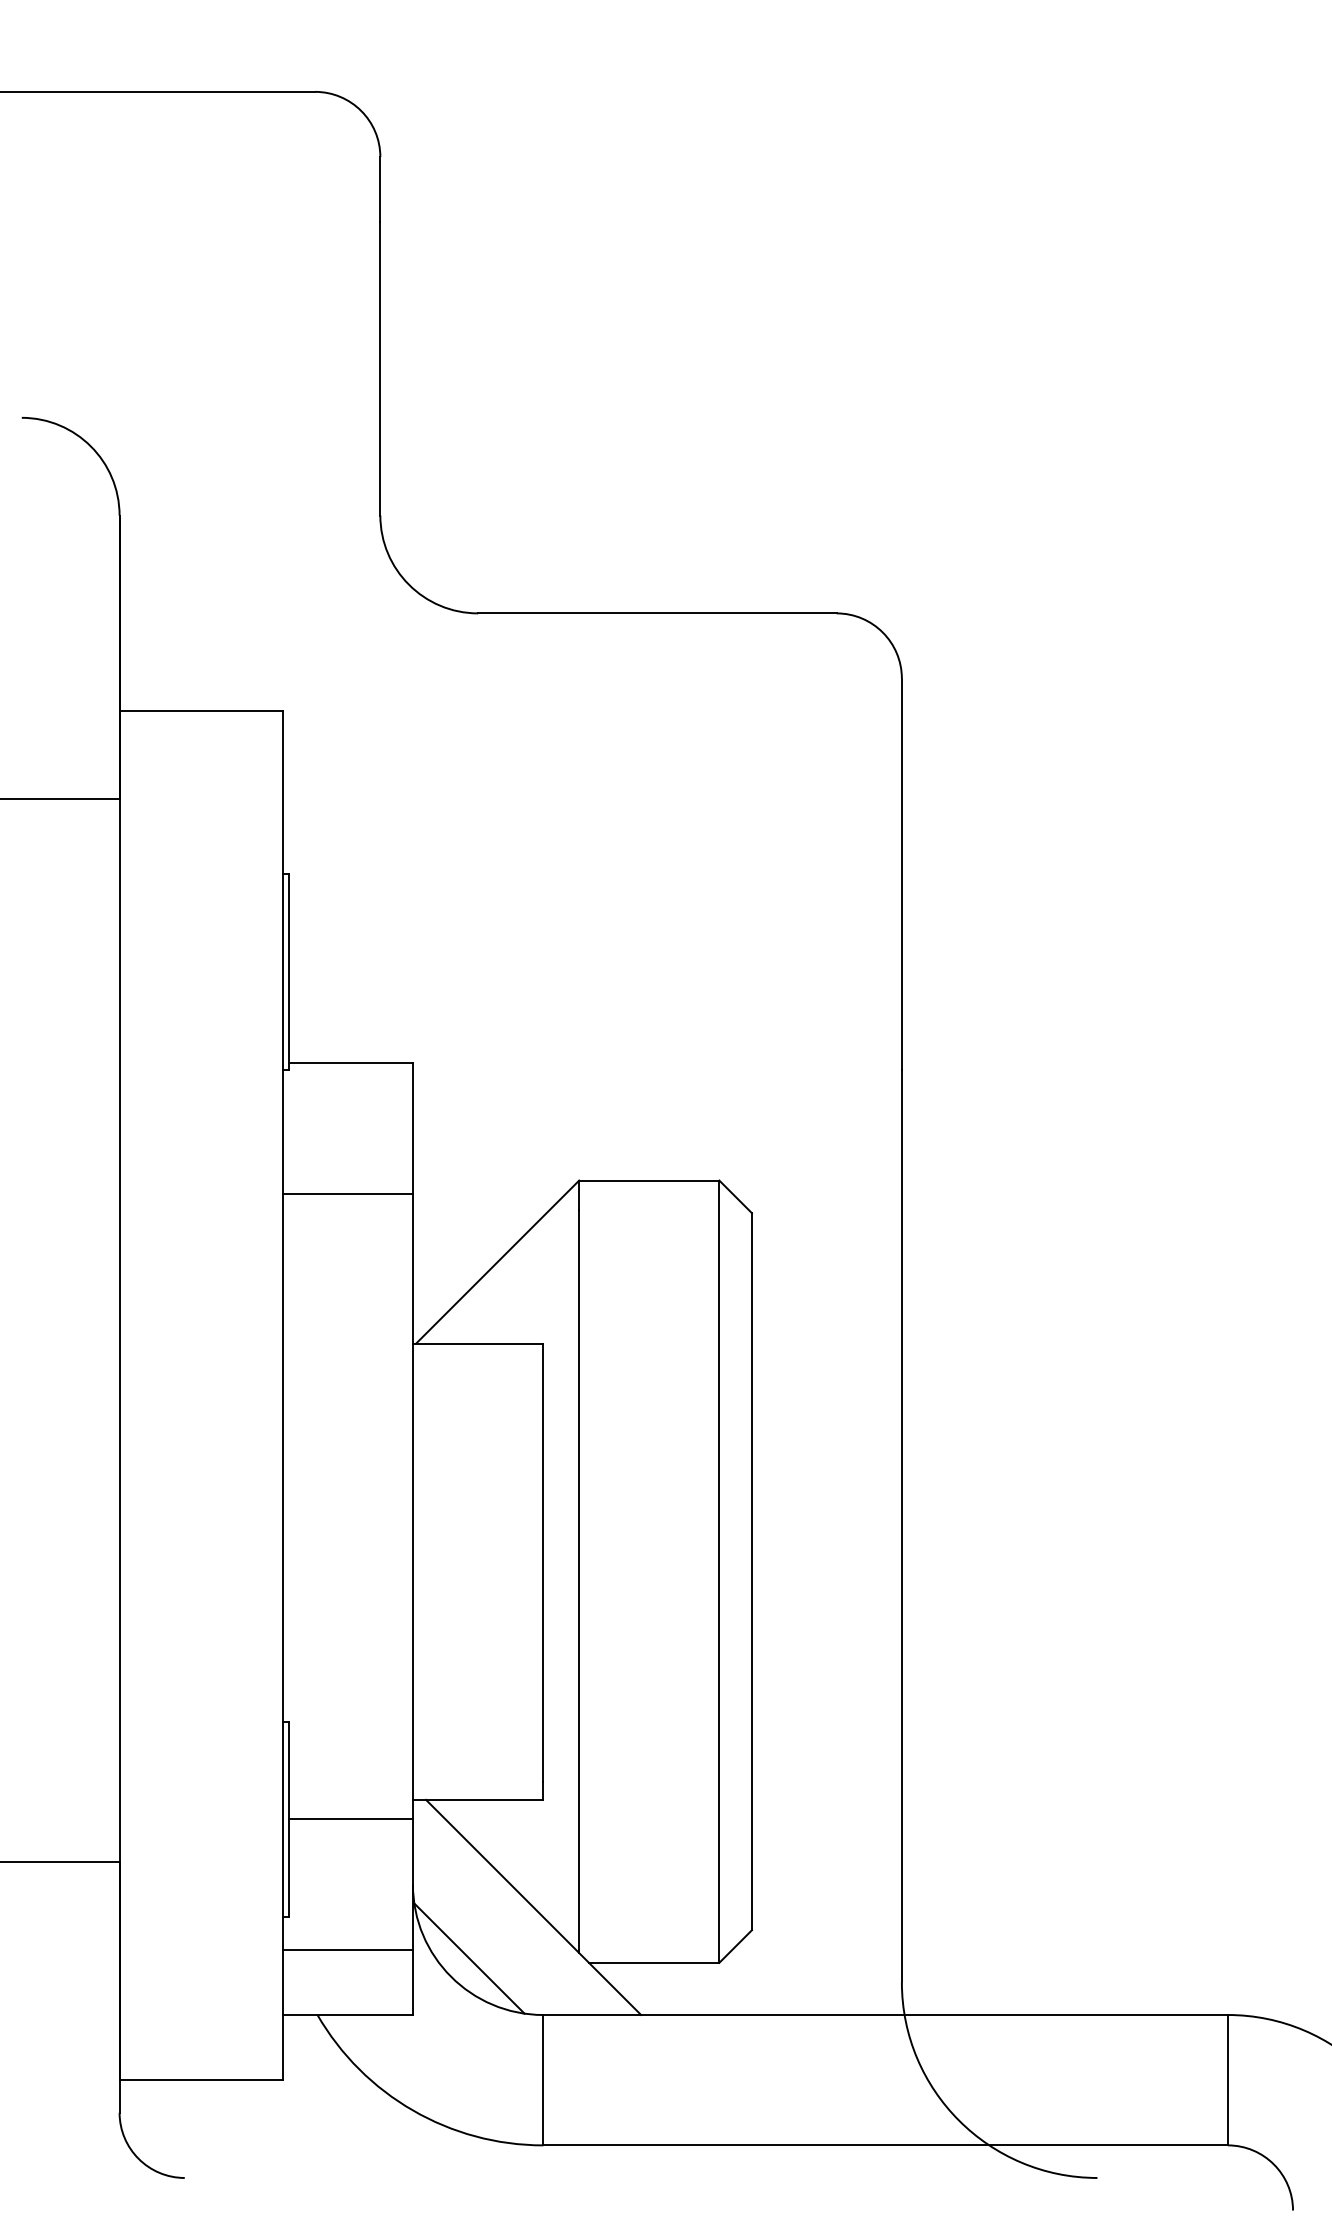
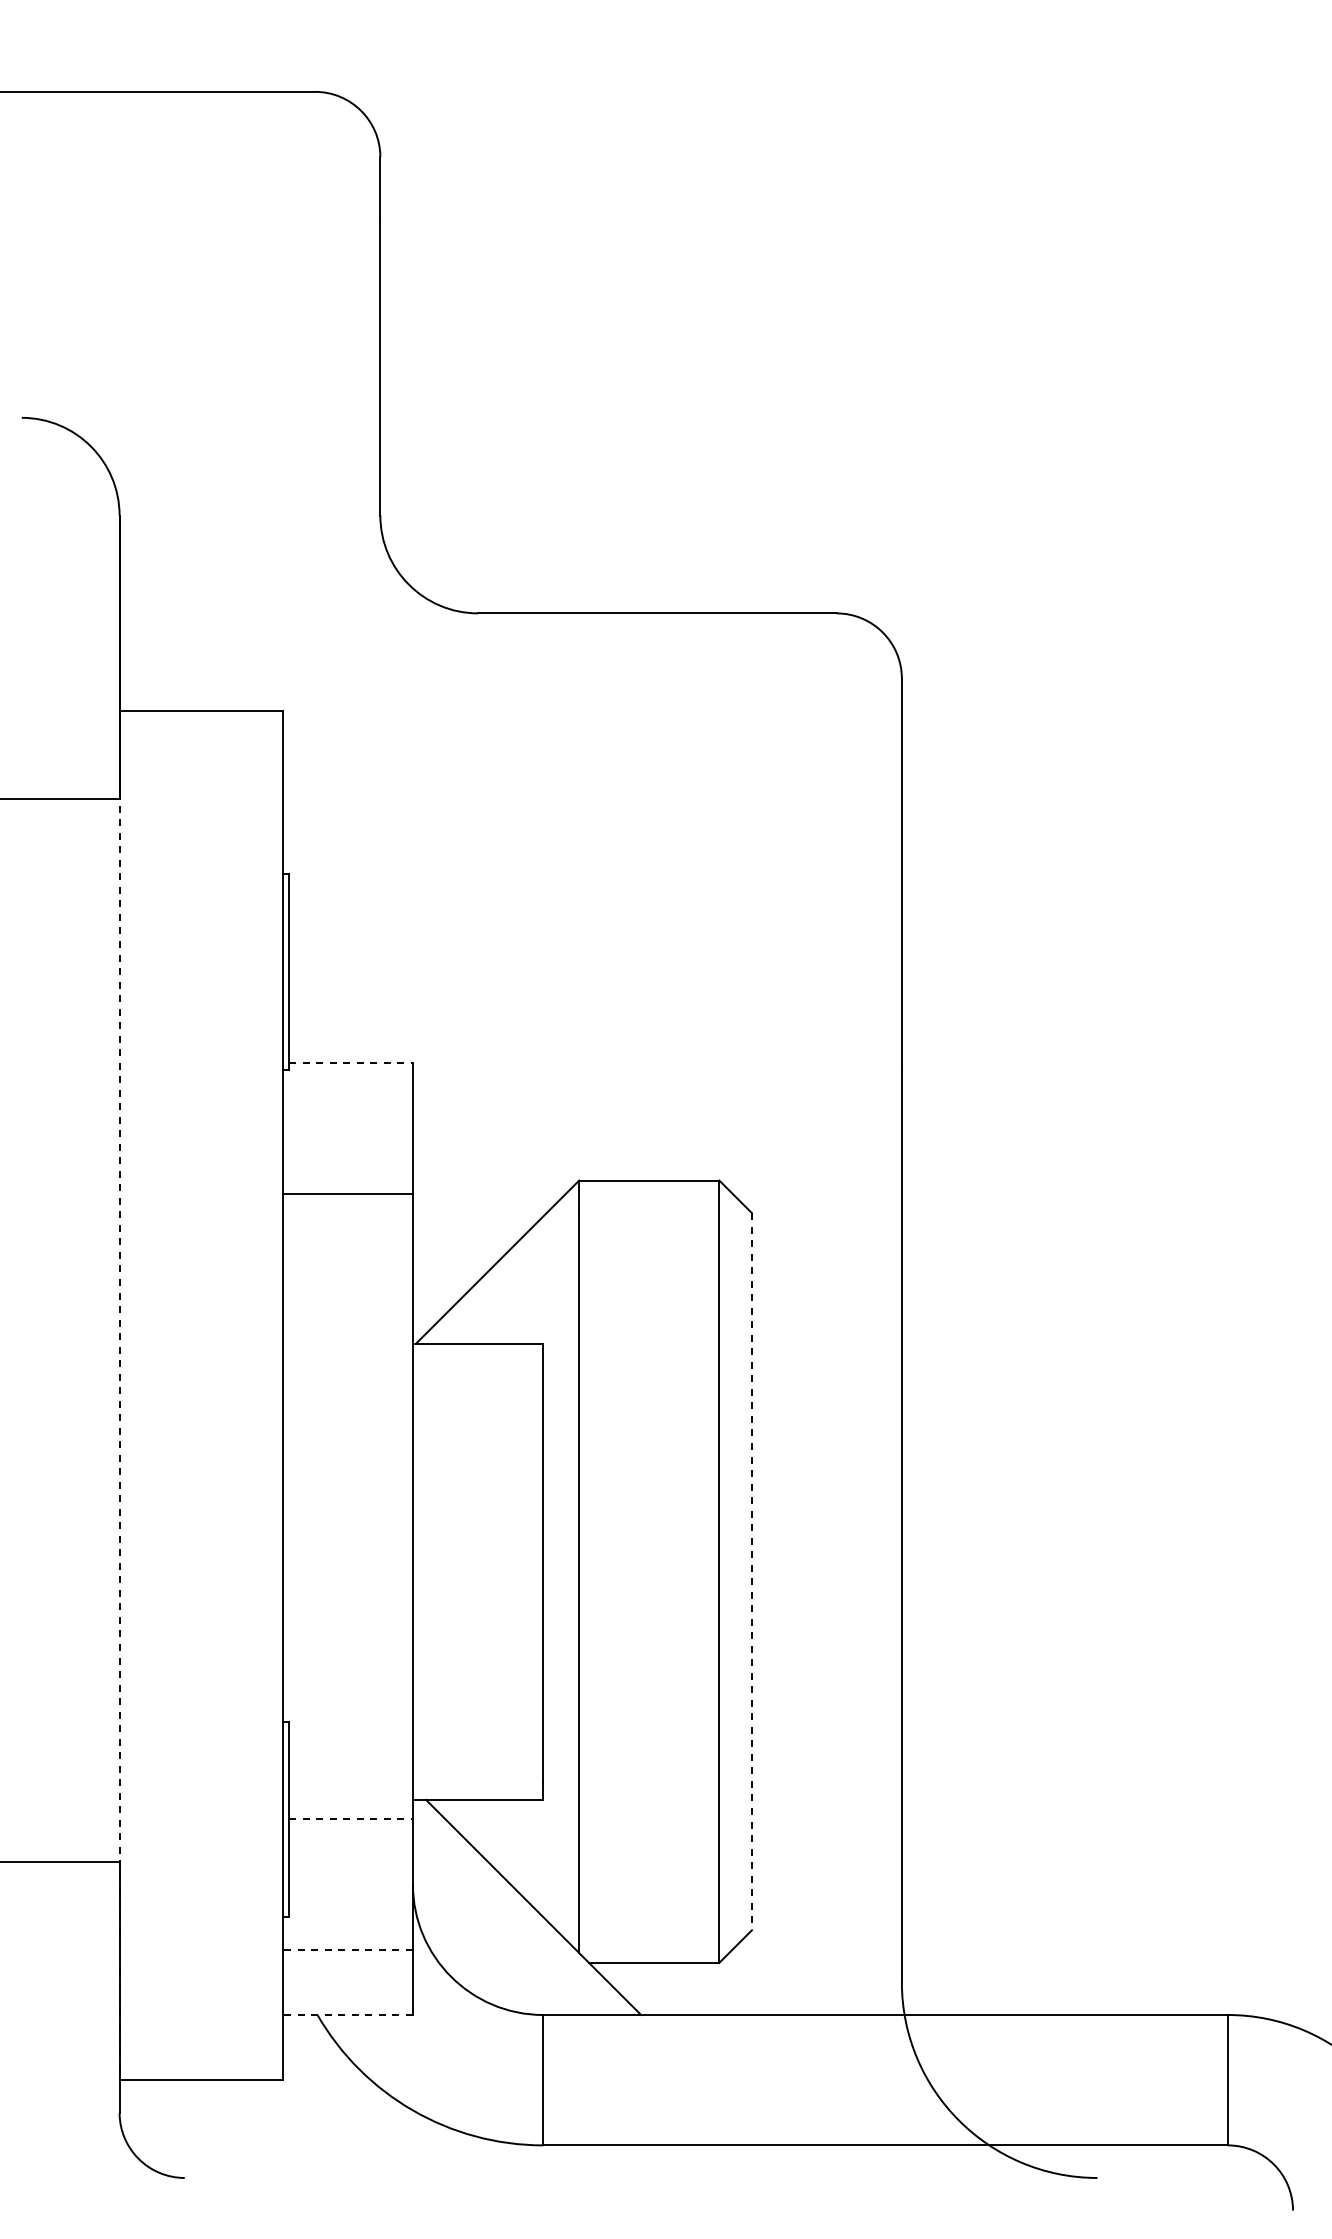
line at (351, 1063): solid -> dashed
line at (119, 1395): solid -> dashed
line at (751, 1571): solid -> dashed
line at (351, 1819): solid -> dashed
line at (347, 1949): solid -> dashed
line at (469, 1958): present -> none
line at (347, 2015): solid -> dashed
